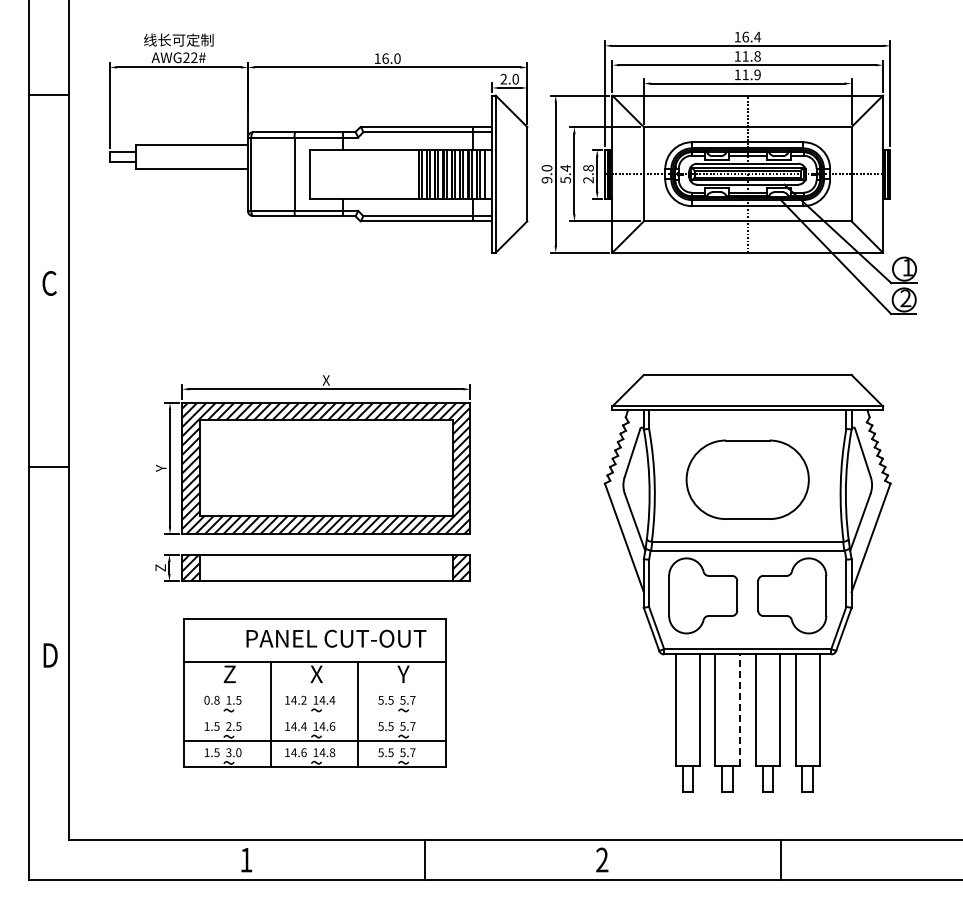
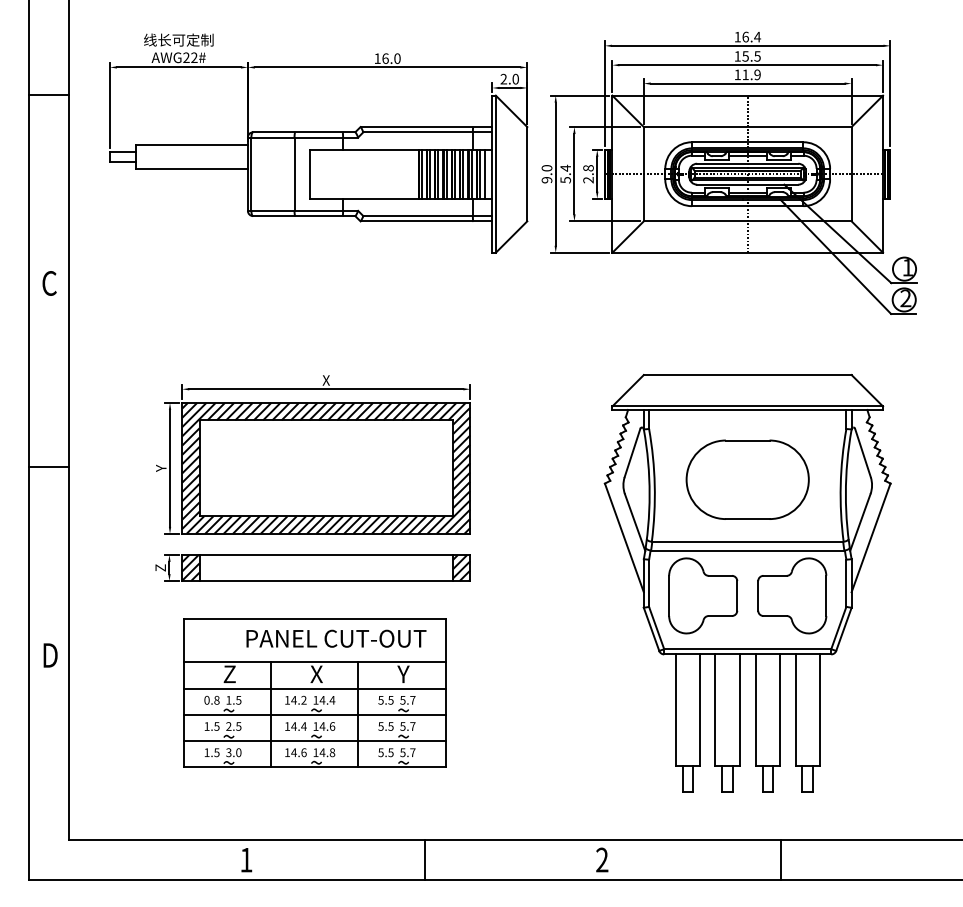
text at (751, 56): 11.8 -> 15.5
line at (314, 688): none -> present
line at (739, 710): dashed -> solid
line at (314, 714): none -> present
